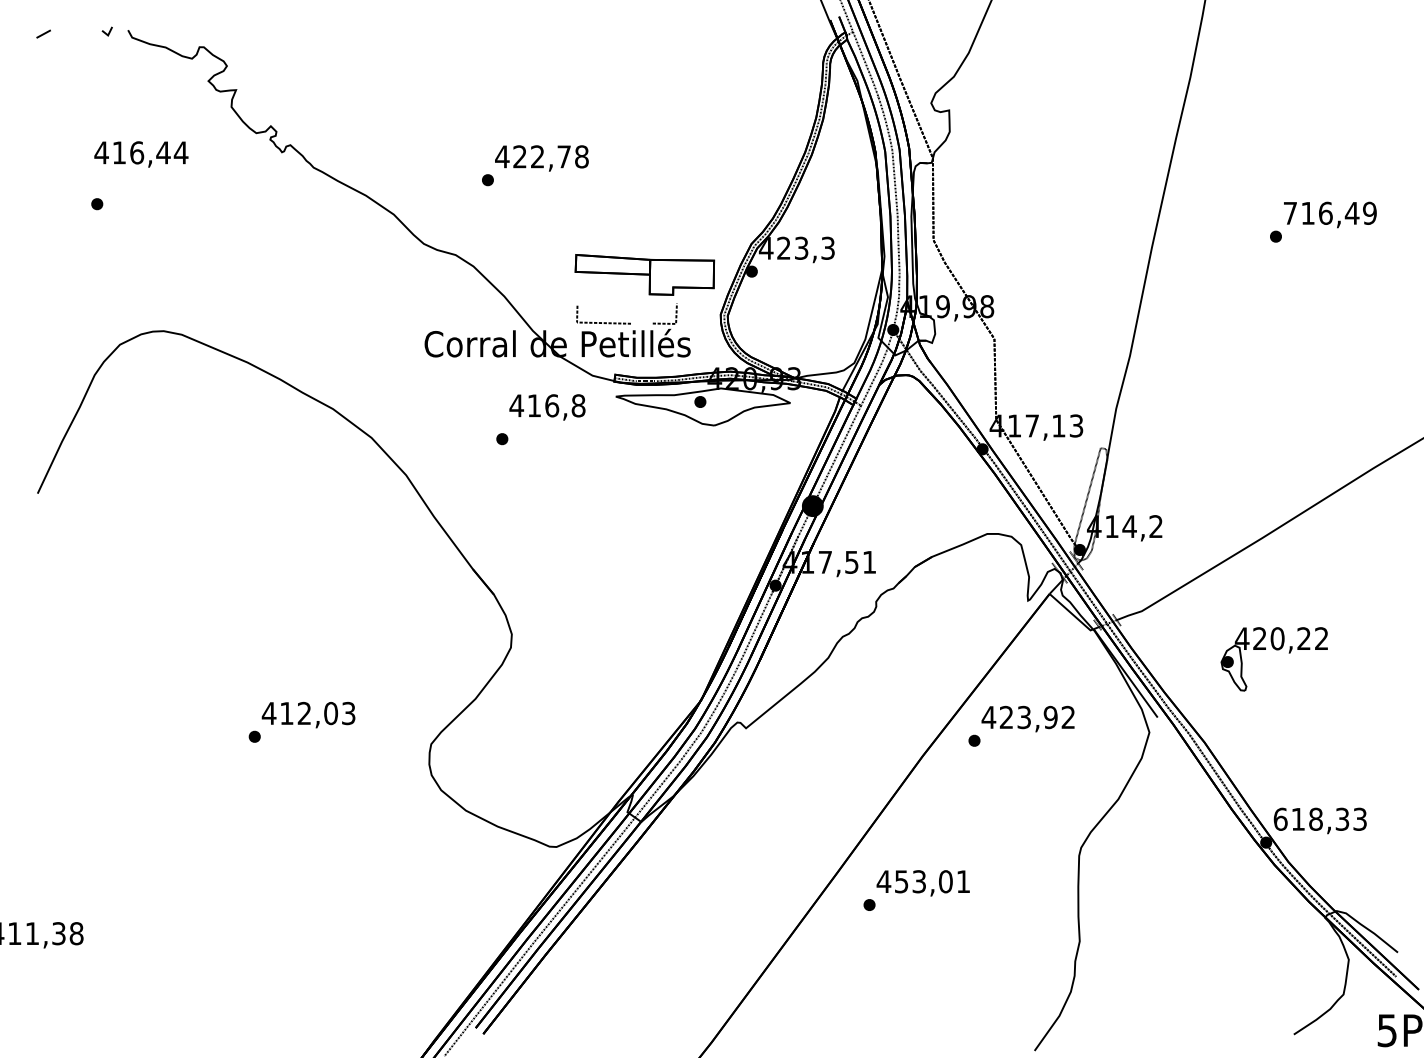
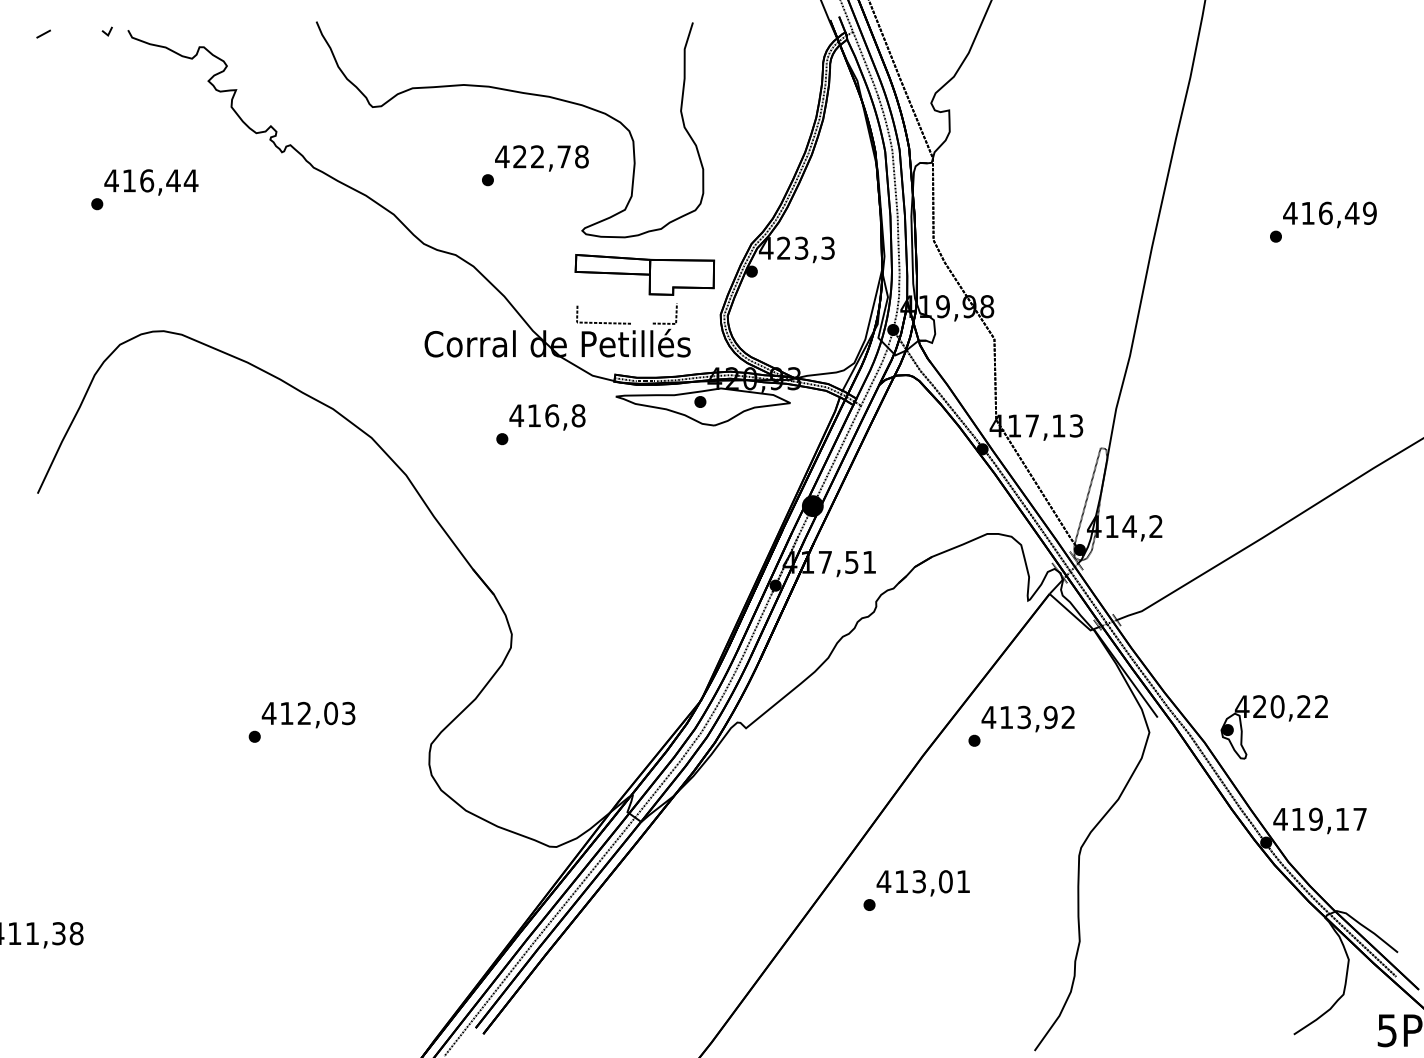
curve at (513, 92): none -> present
text at (141, 154) position: (141, 154) -> (151, 182)
text at (1290, 213): 716,49 -> 416,49
text at (547, 407) position: (547, 407) -> (547, 417)
part at (1276, 650) position: (1276, 650) -> (1276, 718)
text at (1005, 716): 423,92 -> 413,92
text at (1319, 818): 618,33 -> 419,17
text at (901, 881): 453,01 -> 413,01
